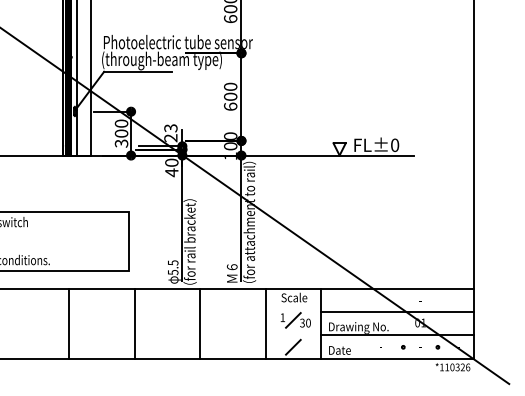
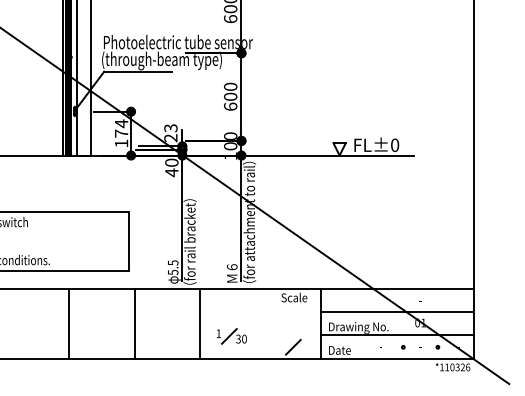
text at (121, 133): 300 -> 174
part at (295, 320) position: (295, 320) -> (231, 336)
line at (265, 323): present -> none
